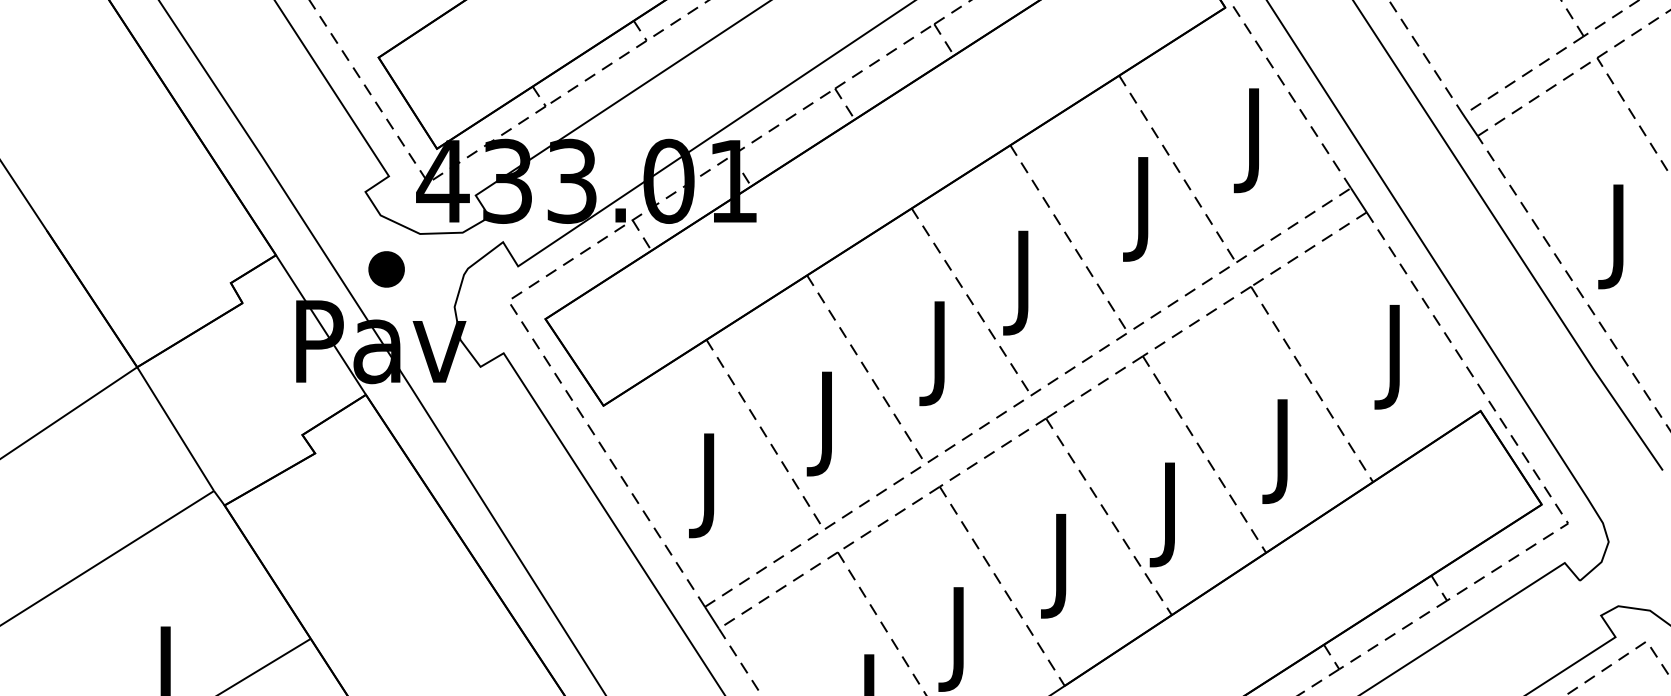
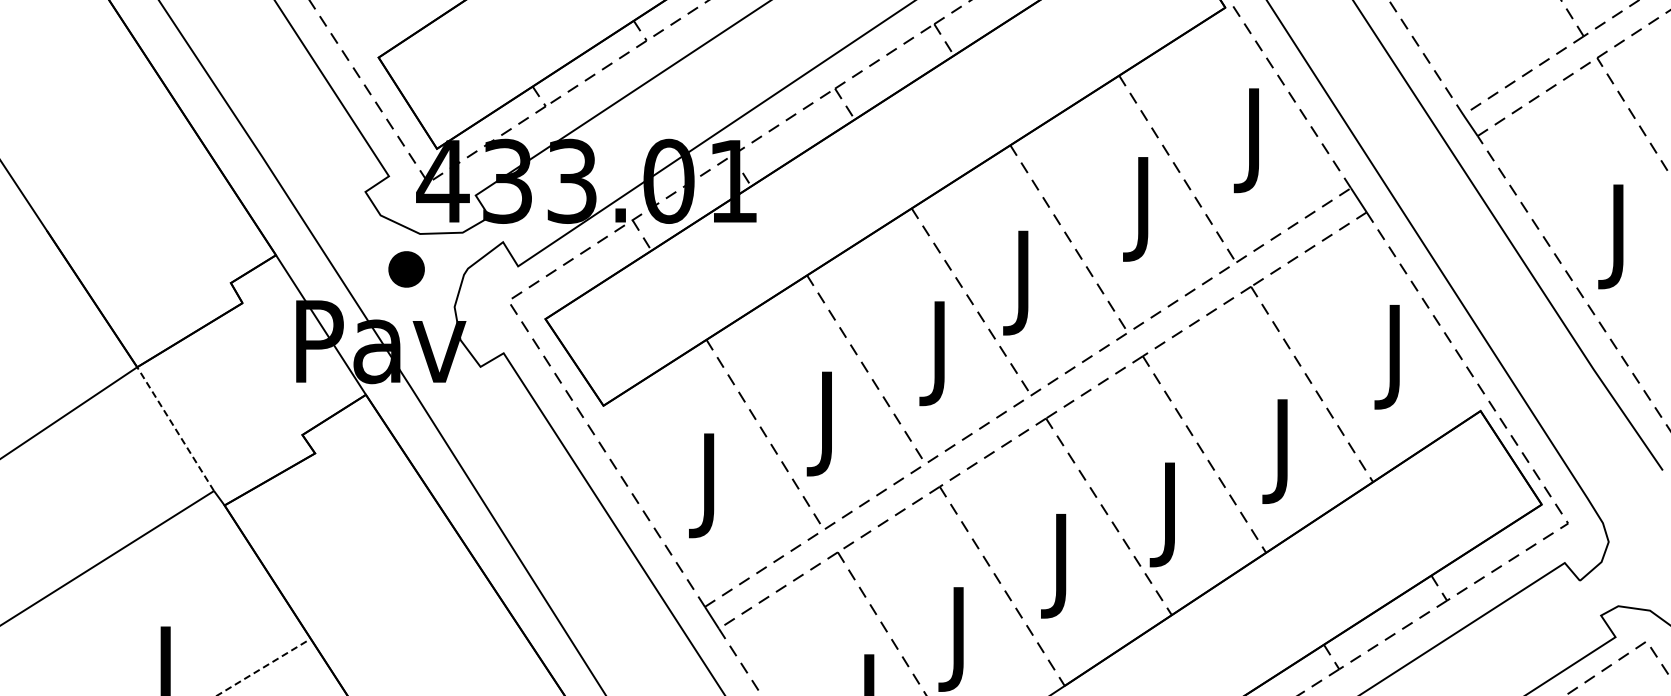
part at (386, 269) position: (386, 269) -> (406, 269)
line at (175, 429): solid -> dashed
line at (263, 667): solid -> dashed
